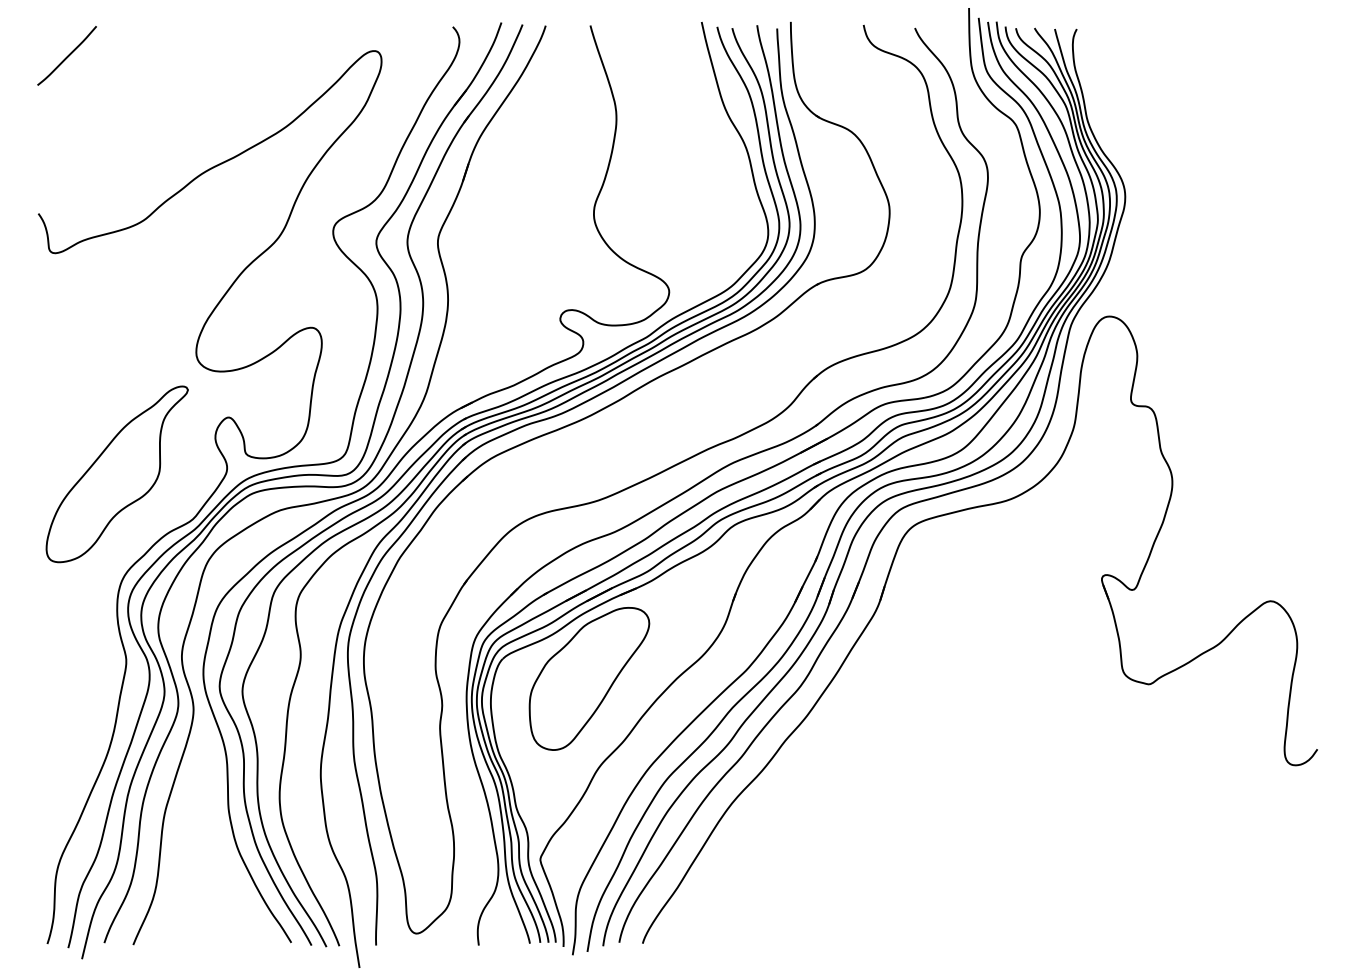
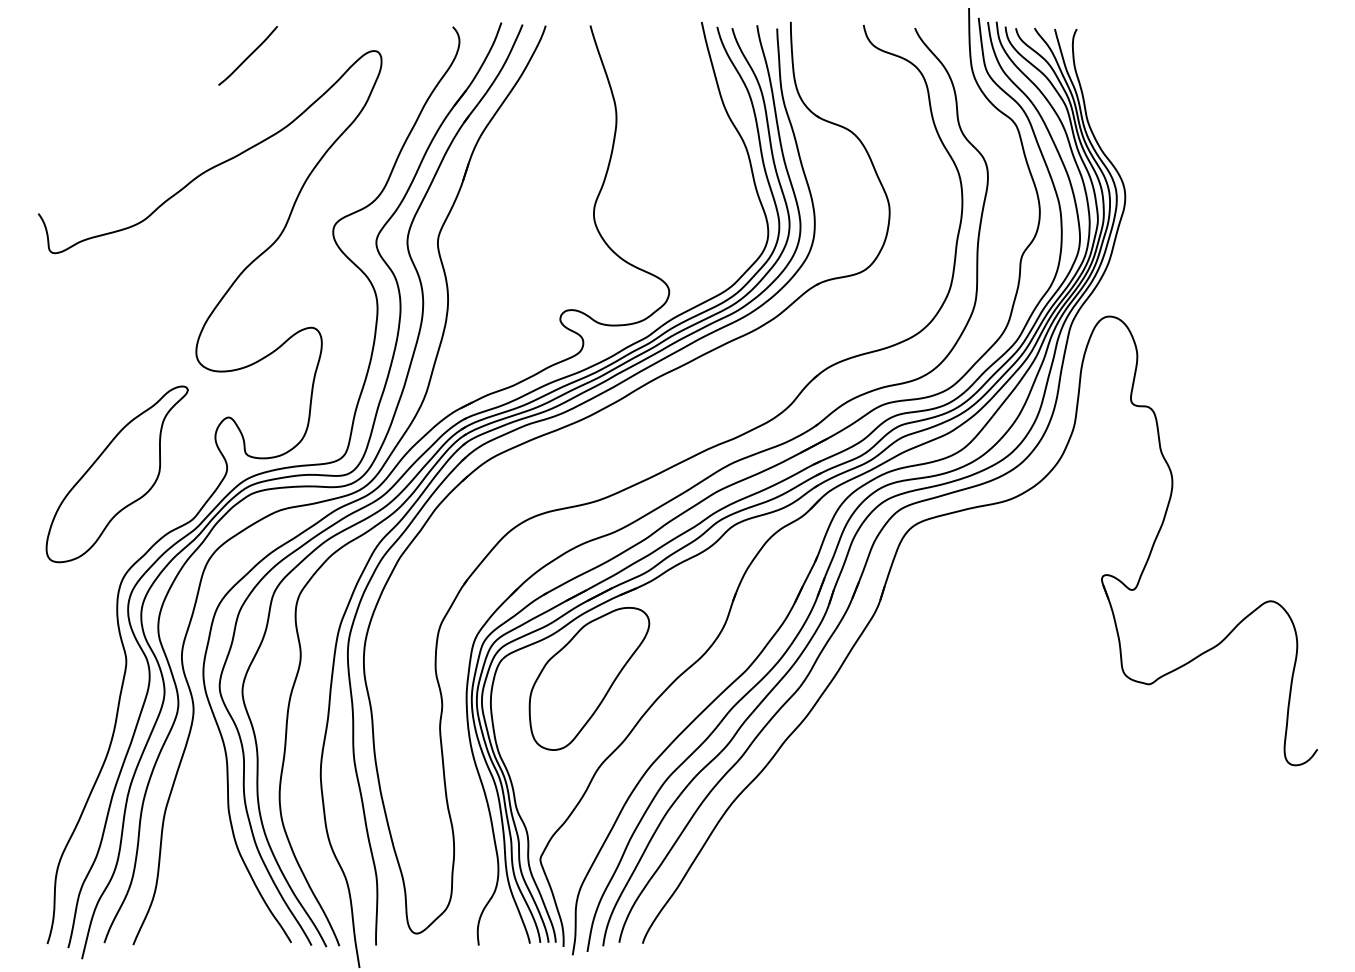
line at (67, 55) position: (67, 55) -> (248, 55)
